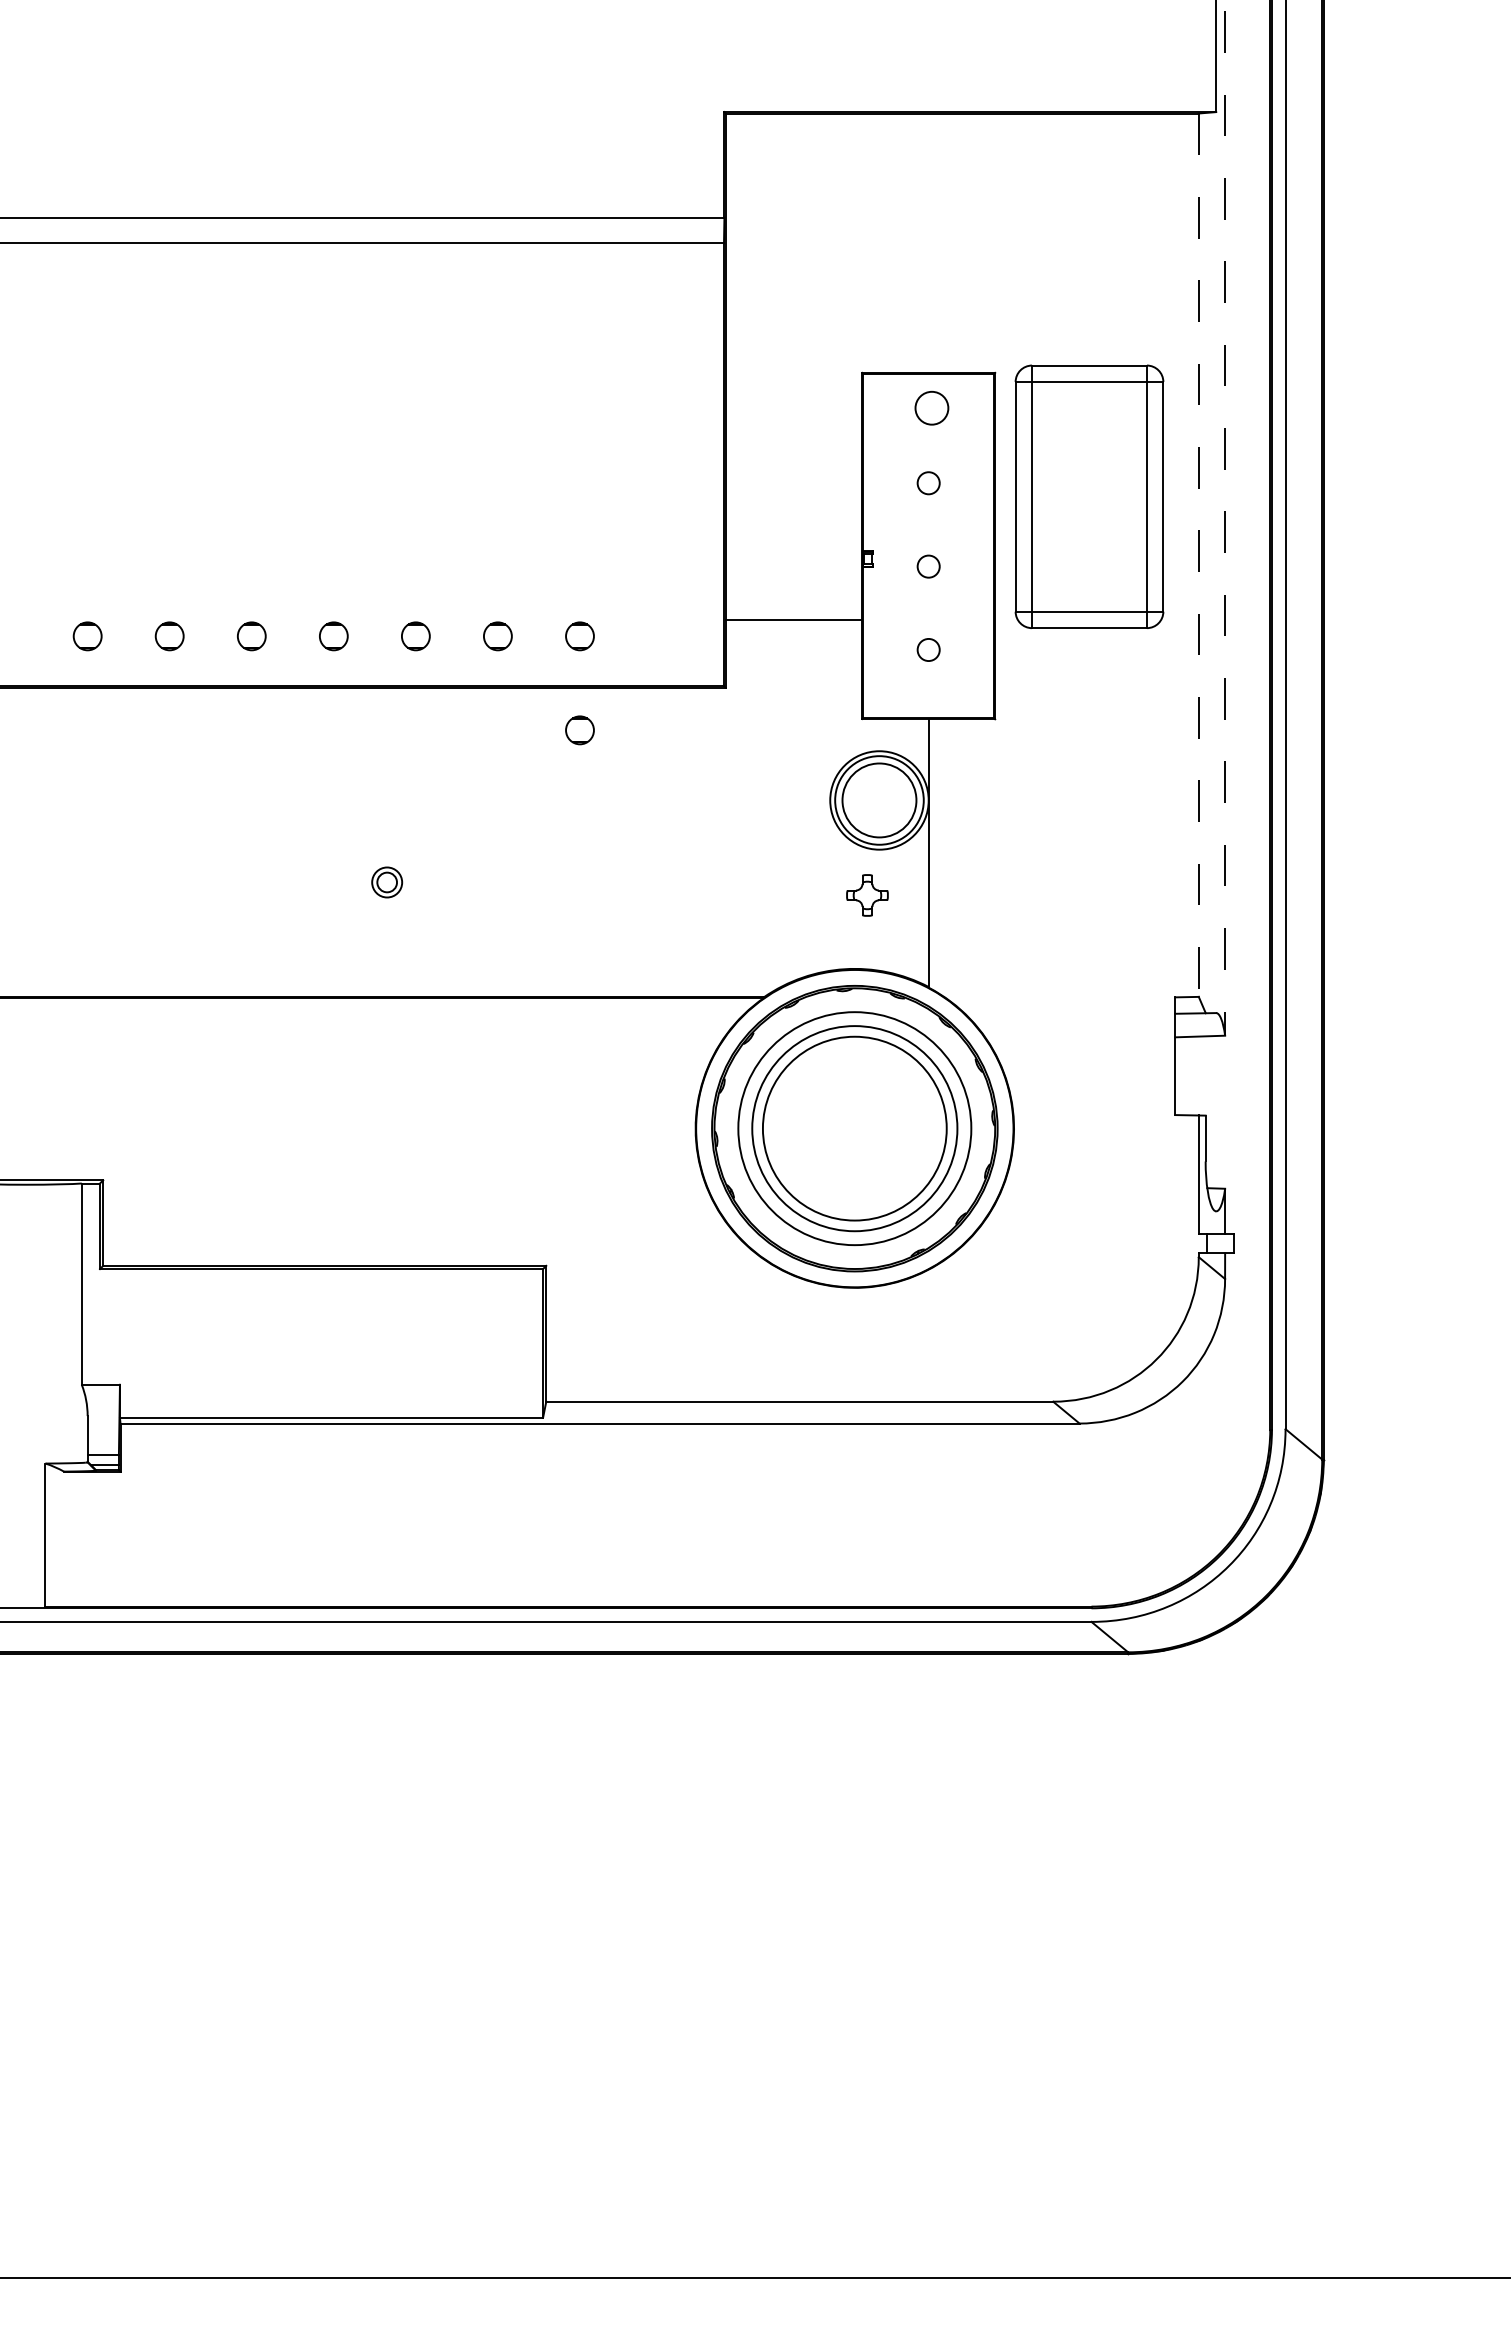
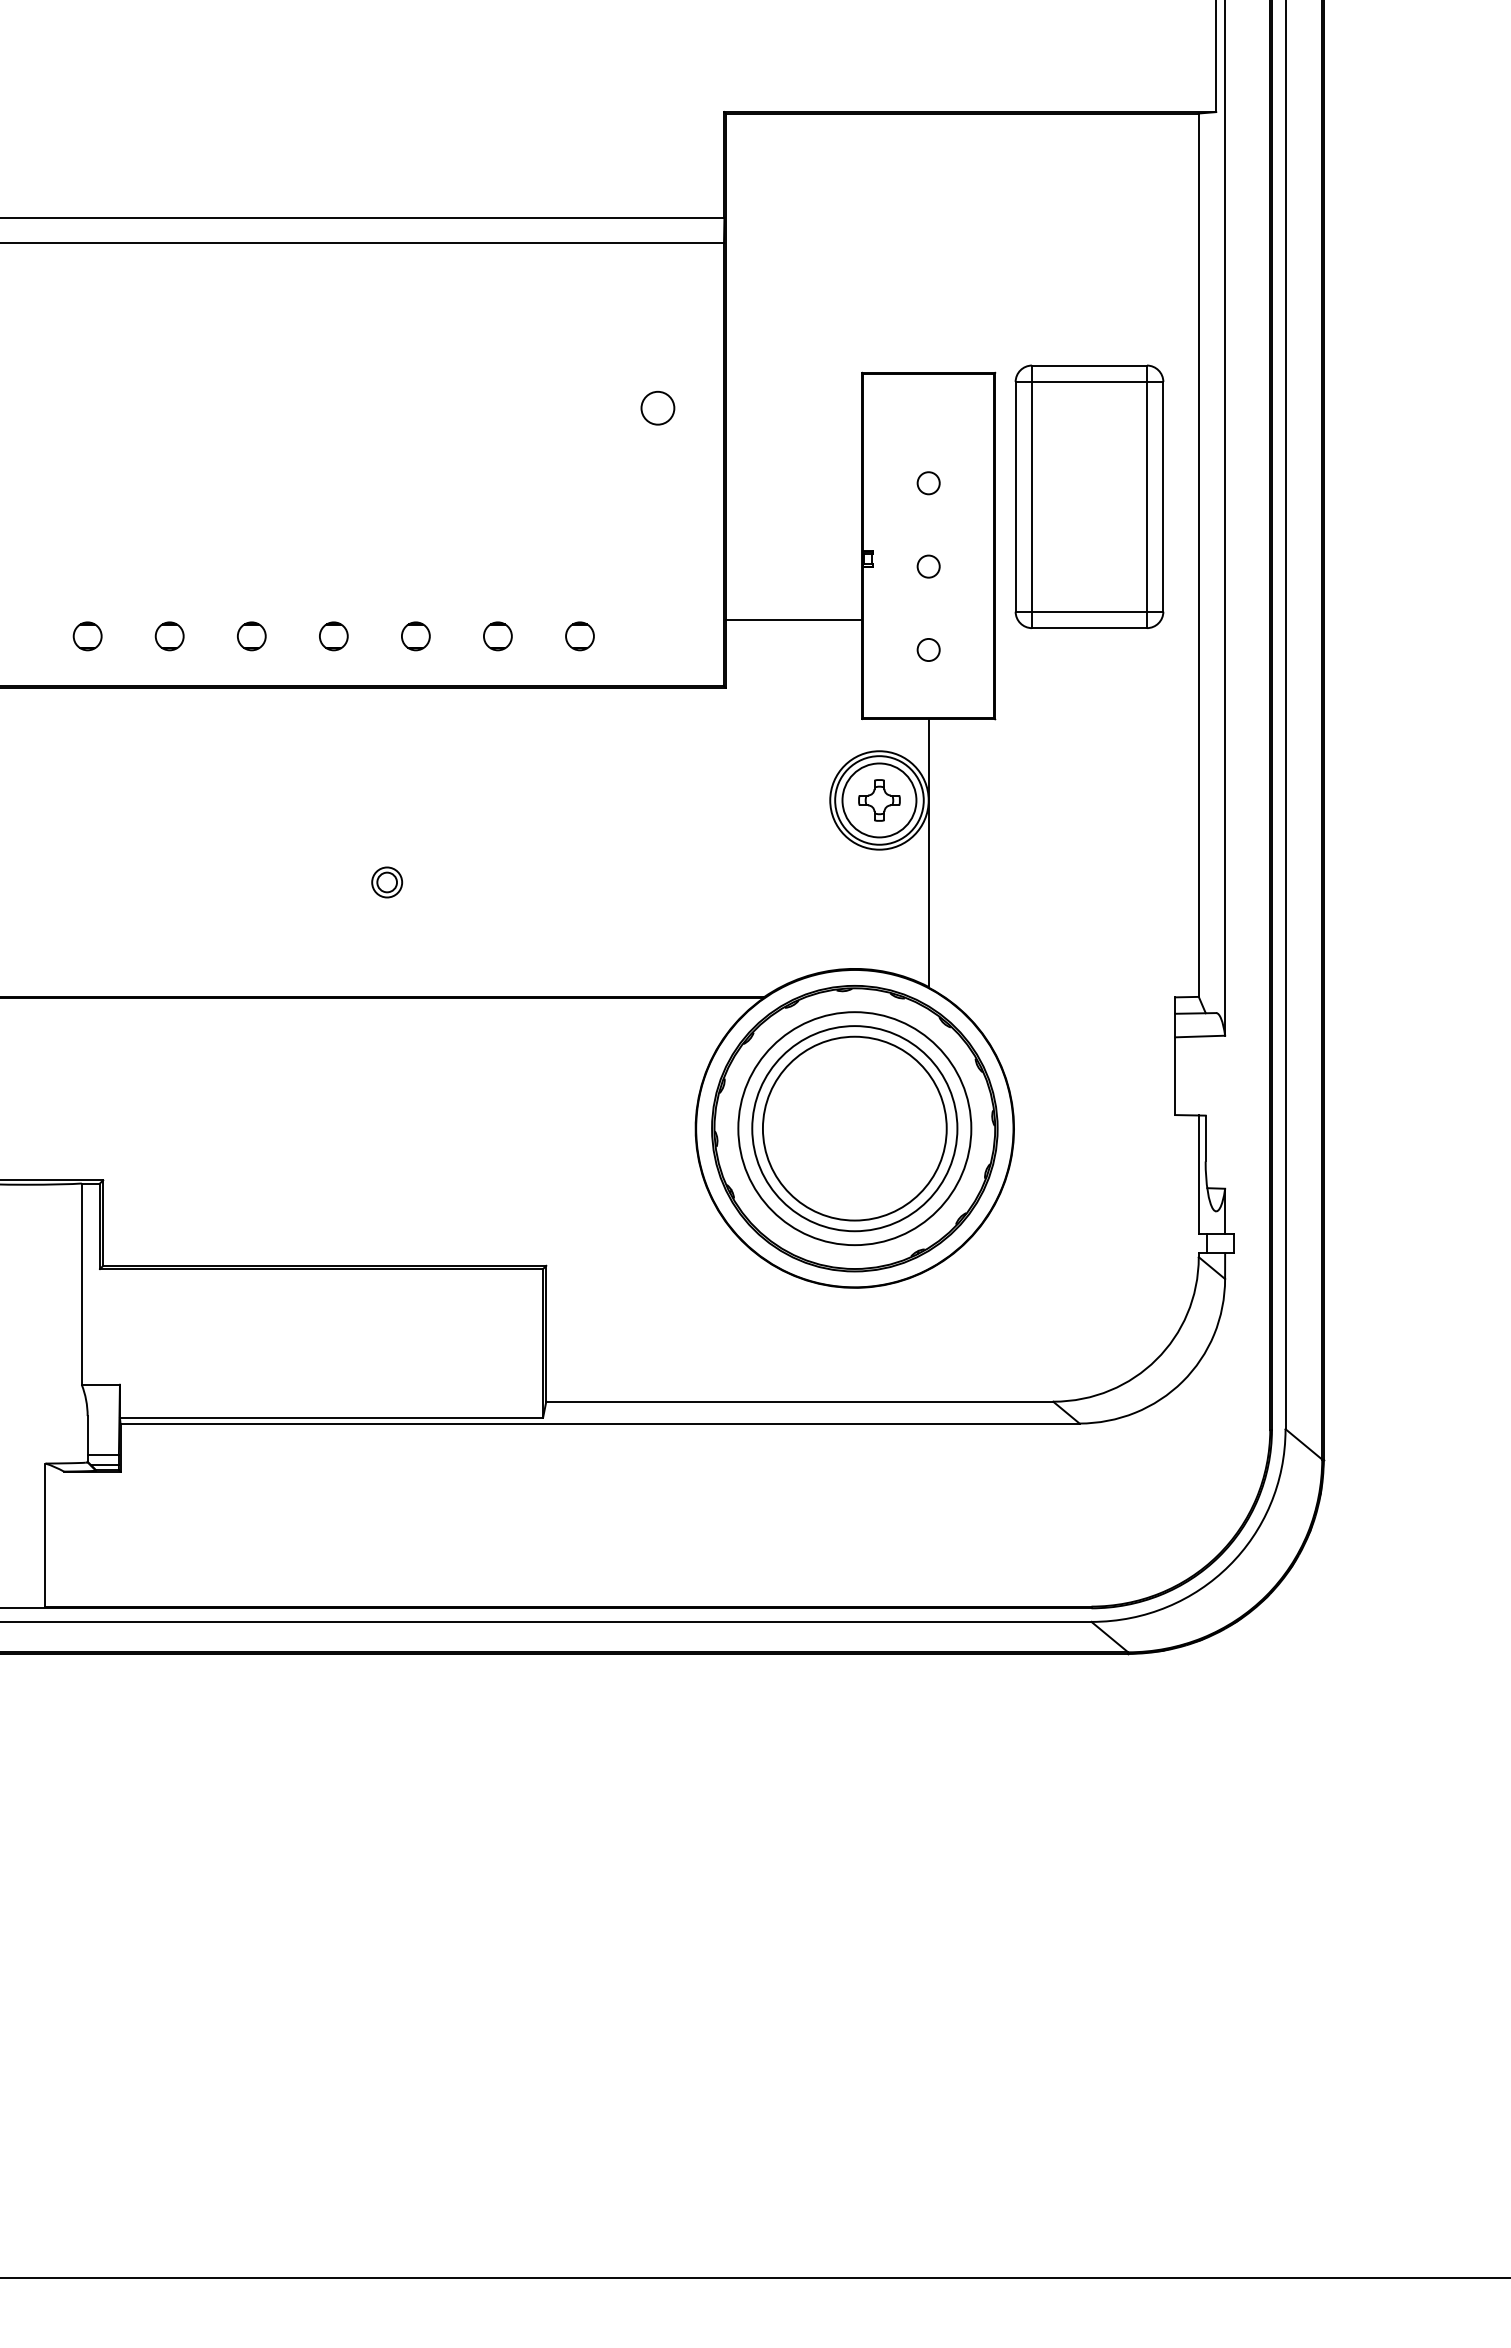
circle at (931, 407) position: (931, 407) -> (657, 407)
line at (1225, 517): dashed -> solid
line at (1198, 555): dashed -> solid
part at (579, 730): present -> none
part at (867, 895) position: (867, 895) -> (879, 800)
